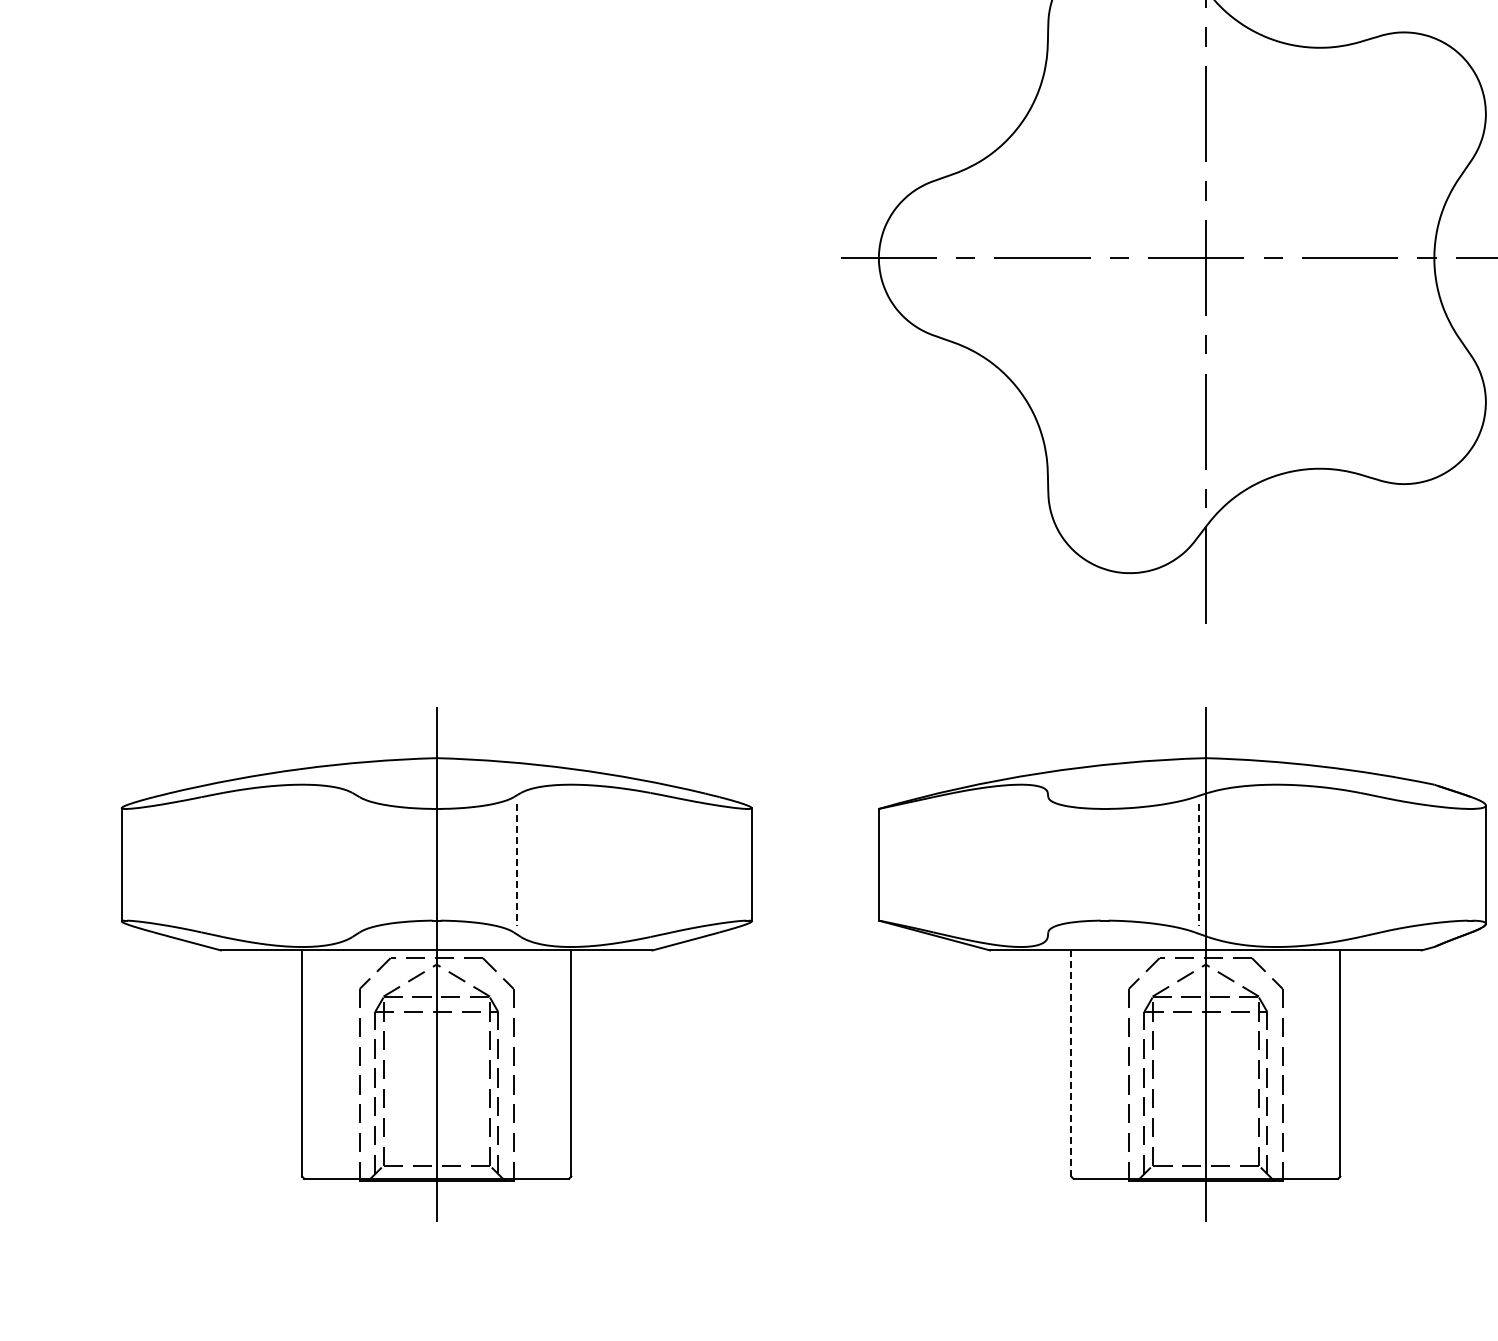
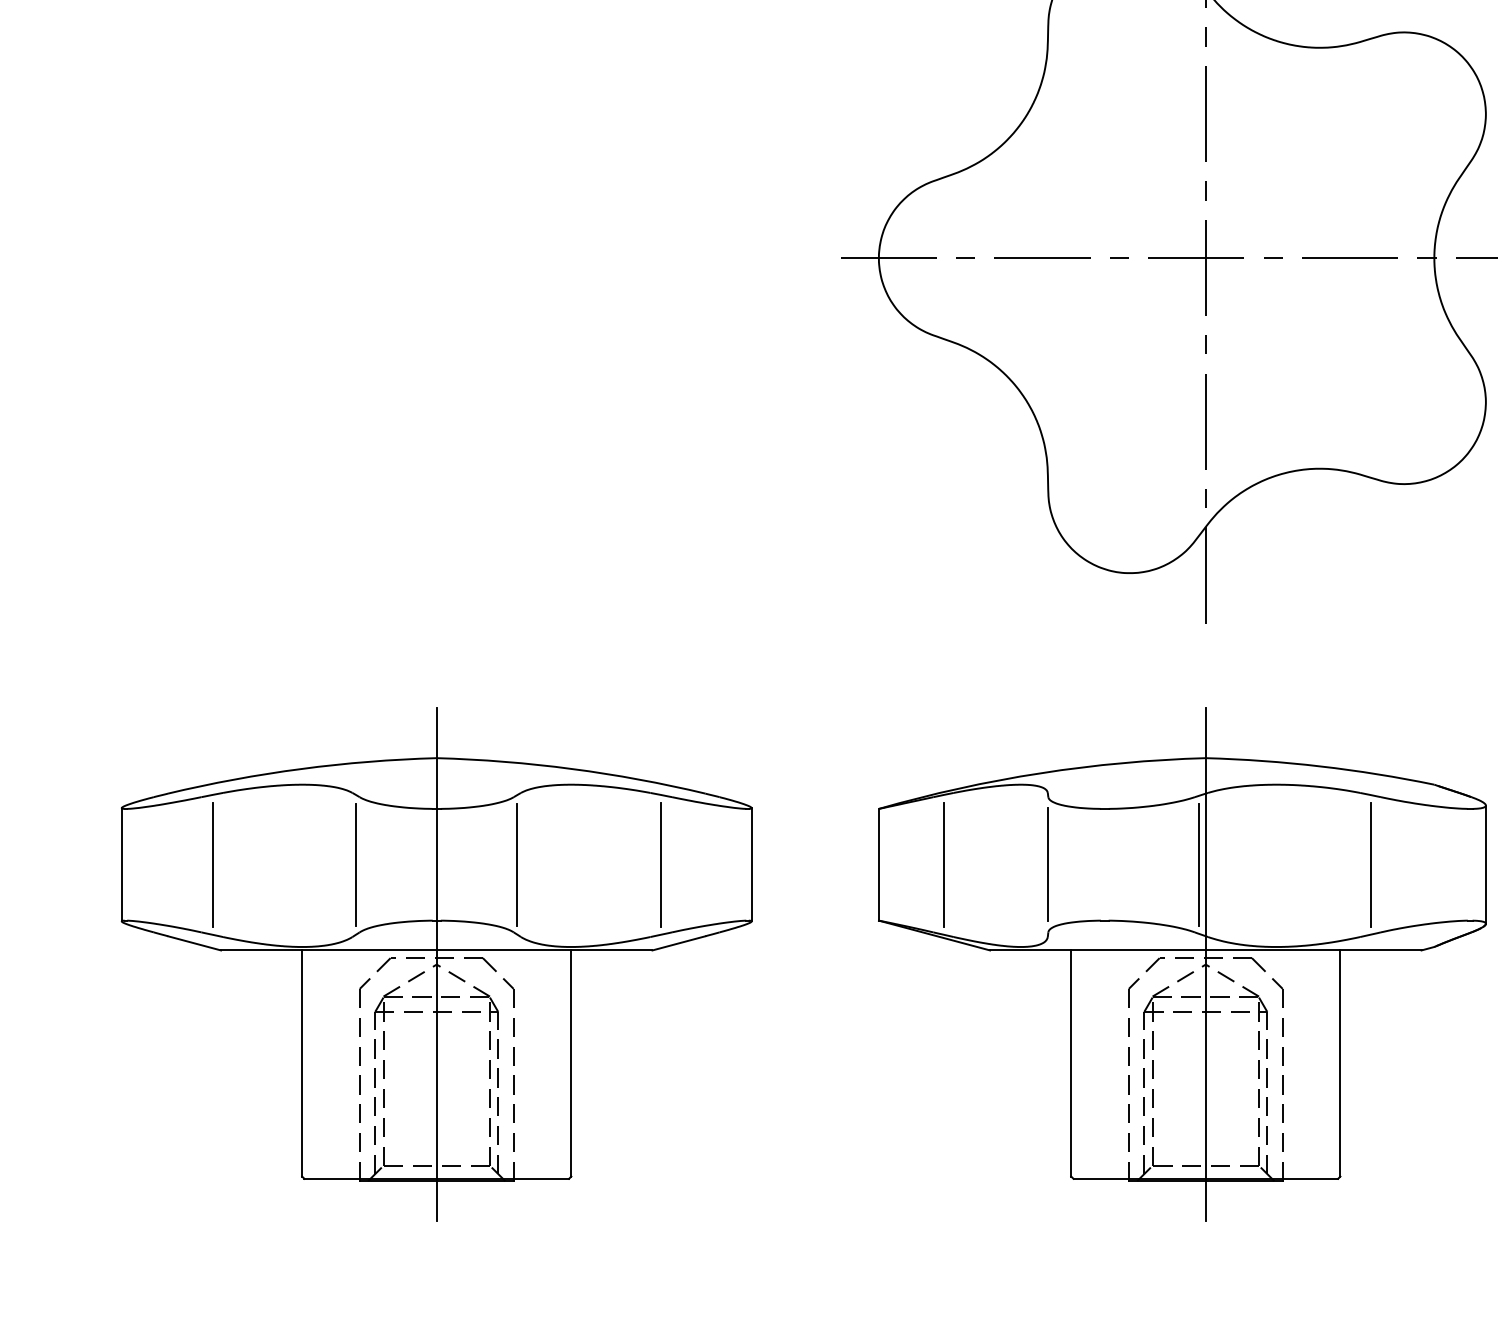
line at (212, 864): none -> present
line at (356, 864): none -> present
line at (517, 864): dashed -> solid
line at (660, 864): none -> present
line at (943, 864): none -> present
line at (1048, 864): none -> present
line at (1199, 864): dashed -> solid
line at (1370, 864): none -> present
line at (1071, 1063): dashed -> solid
